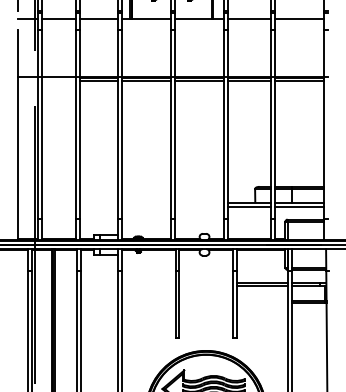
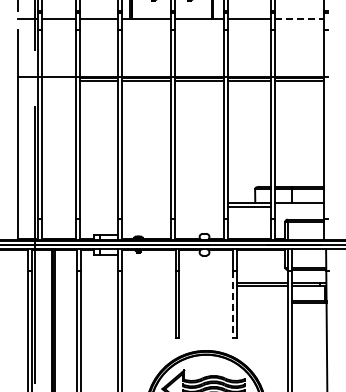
line at (299, 18): solid -> dashed
line at (299, 206): present -> none
line at (232, 304): solid -> dashed
